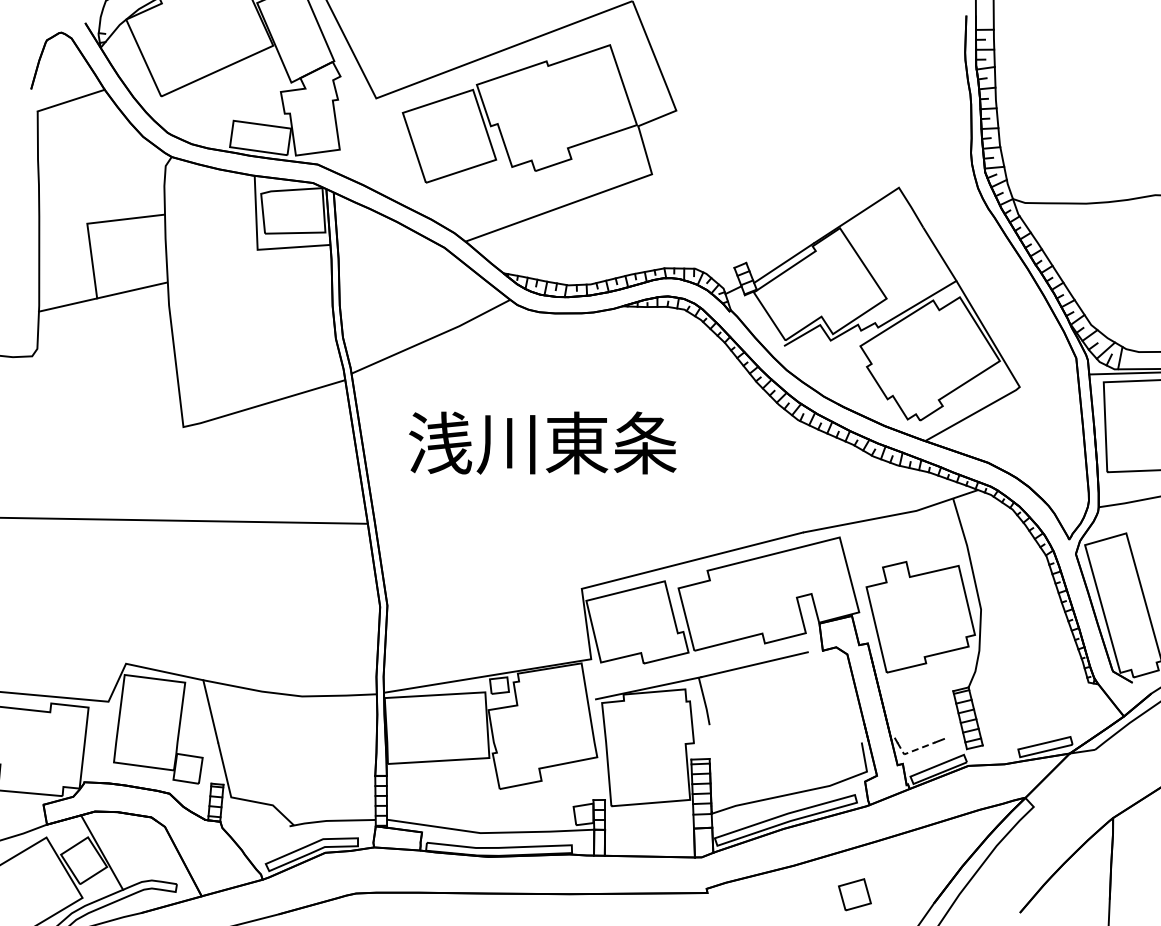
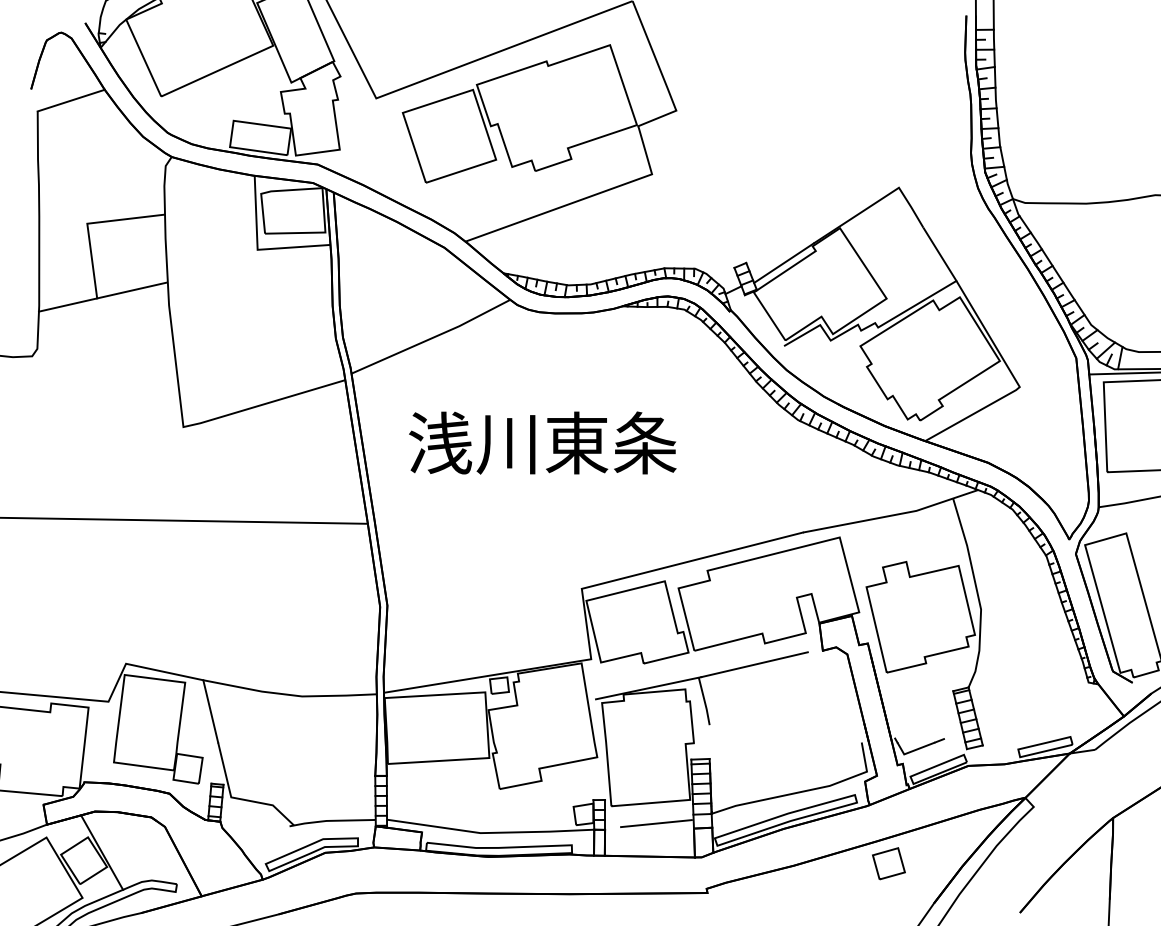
line at (913, 750): dashed -> solid
line at (656, 823): none -> present
part at (854, 894) position: (854, 894) -> (888, 863)
